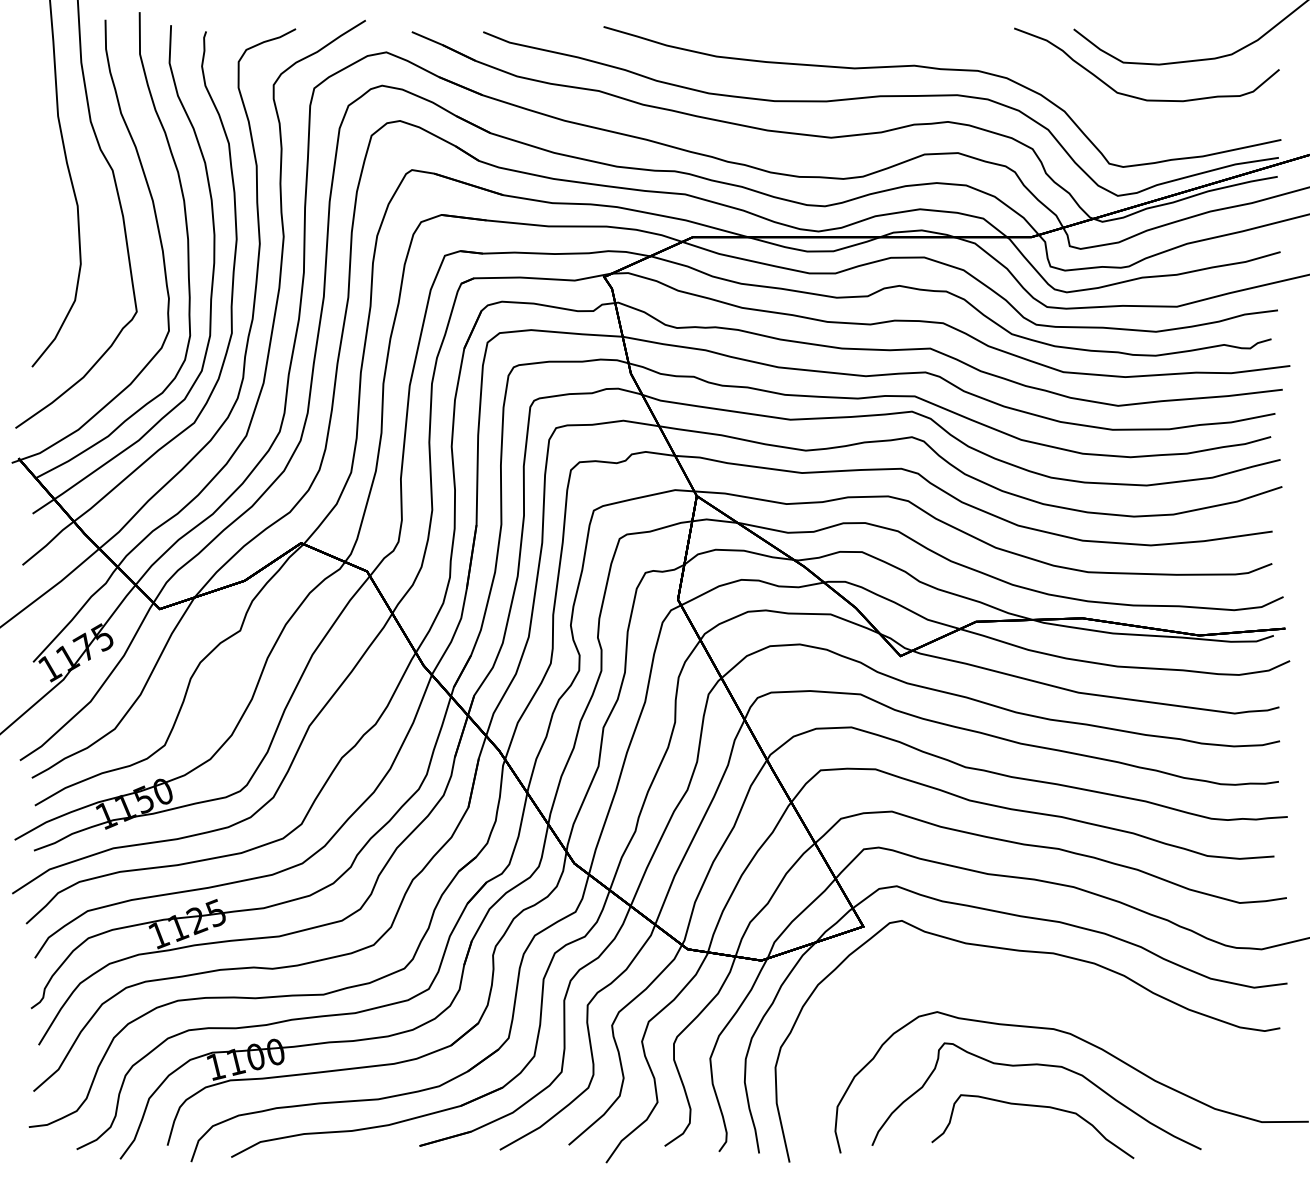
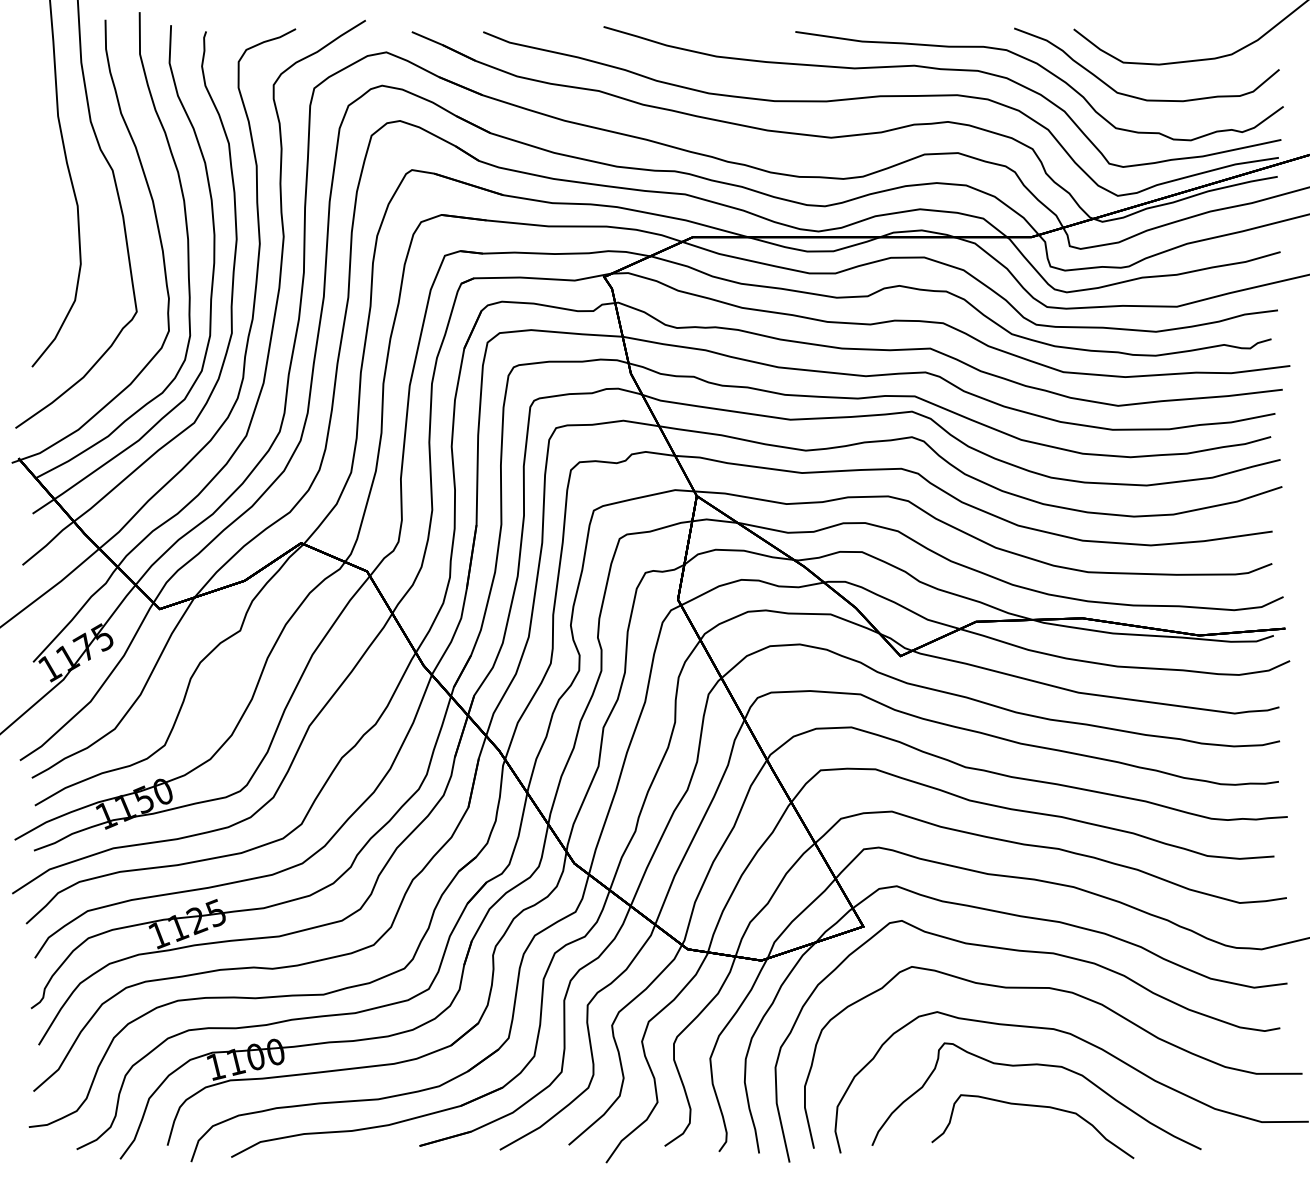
curve at (1048, 72): none -> present
curve at (1078, 996): none -> present
